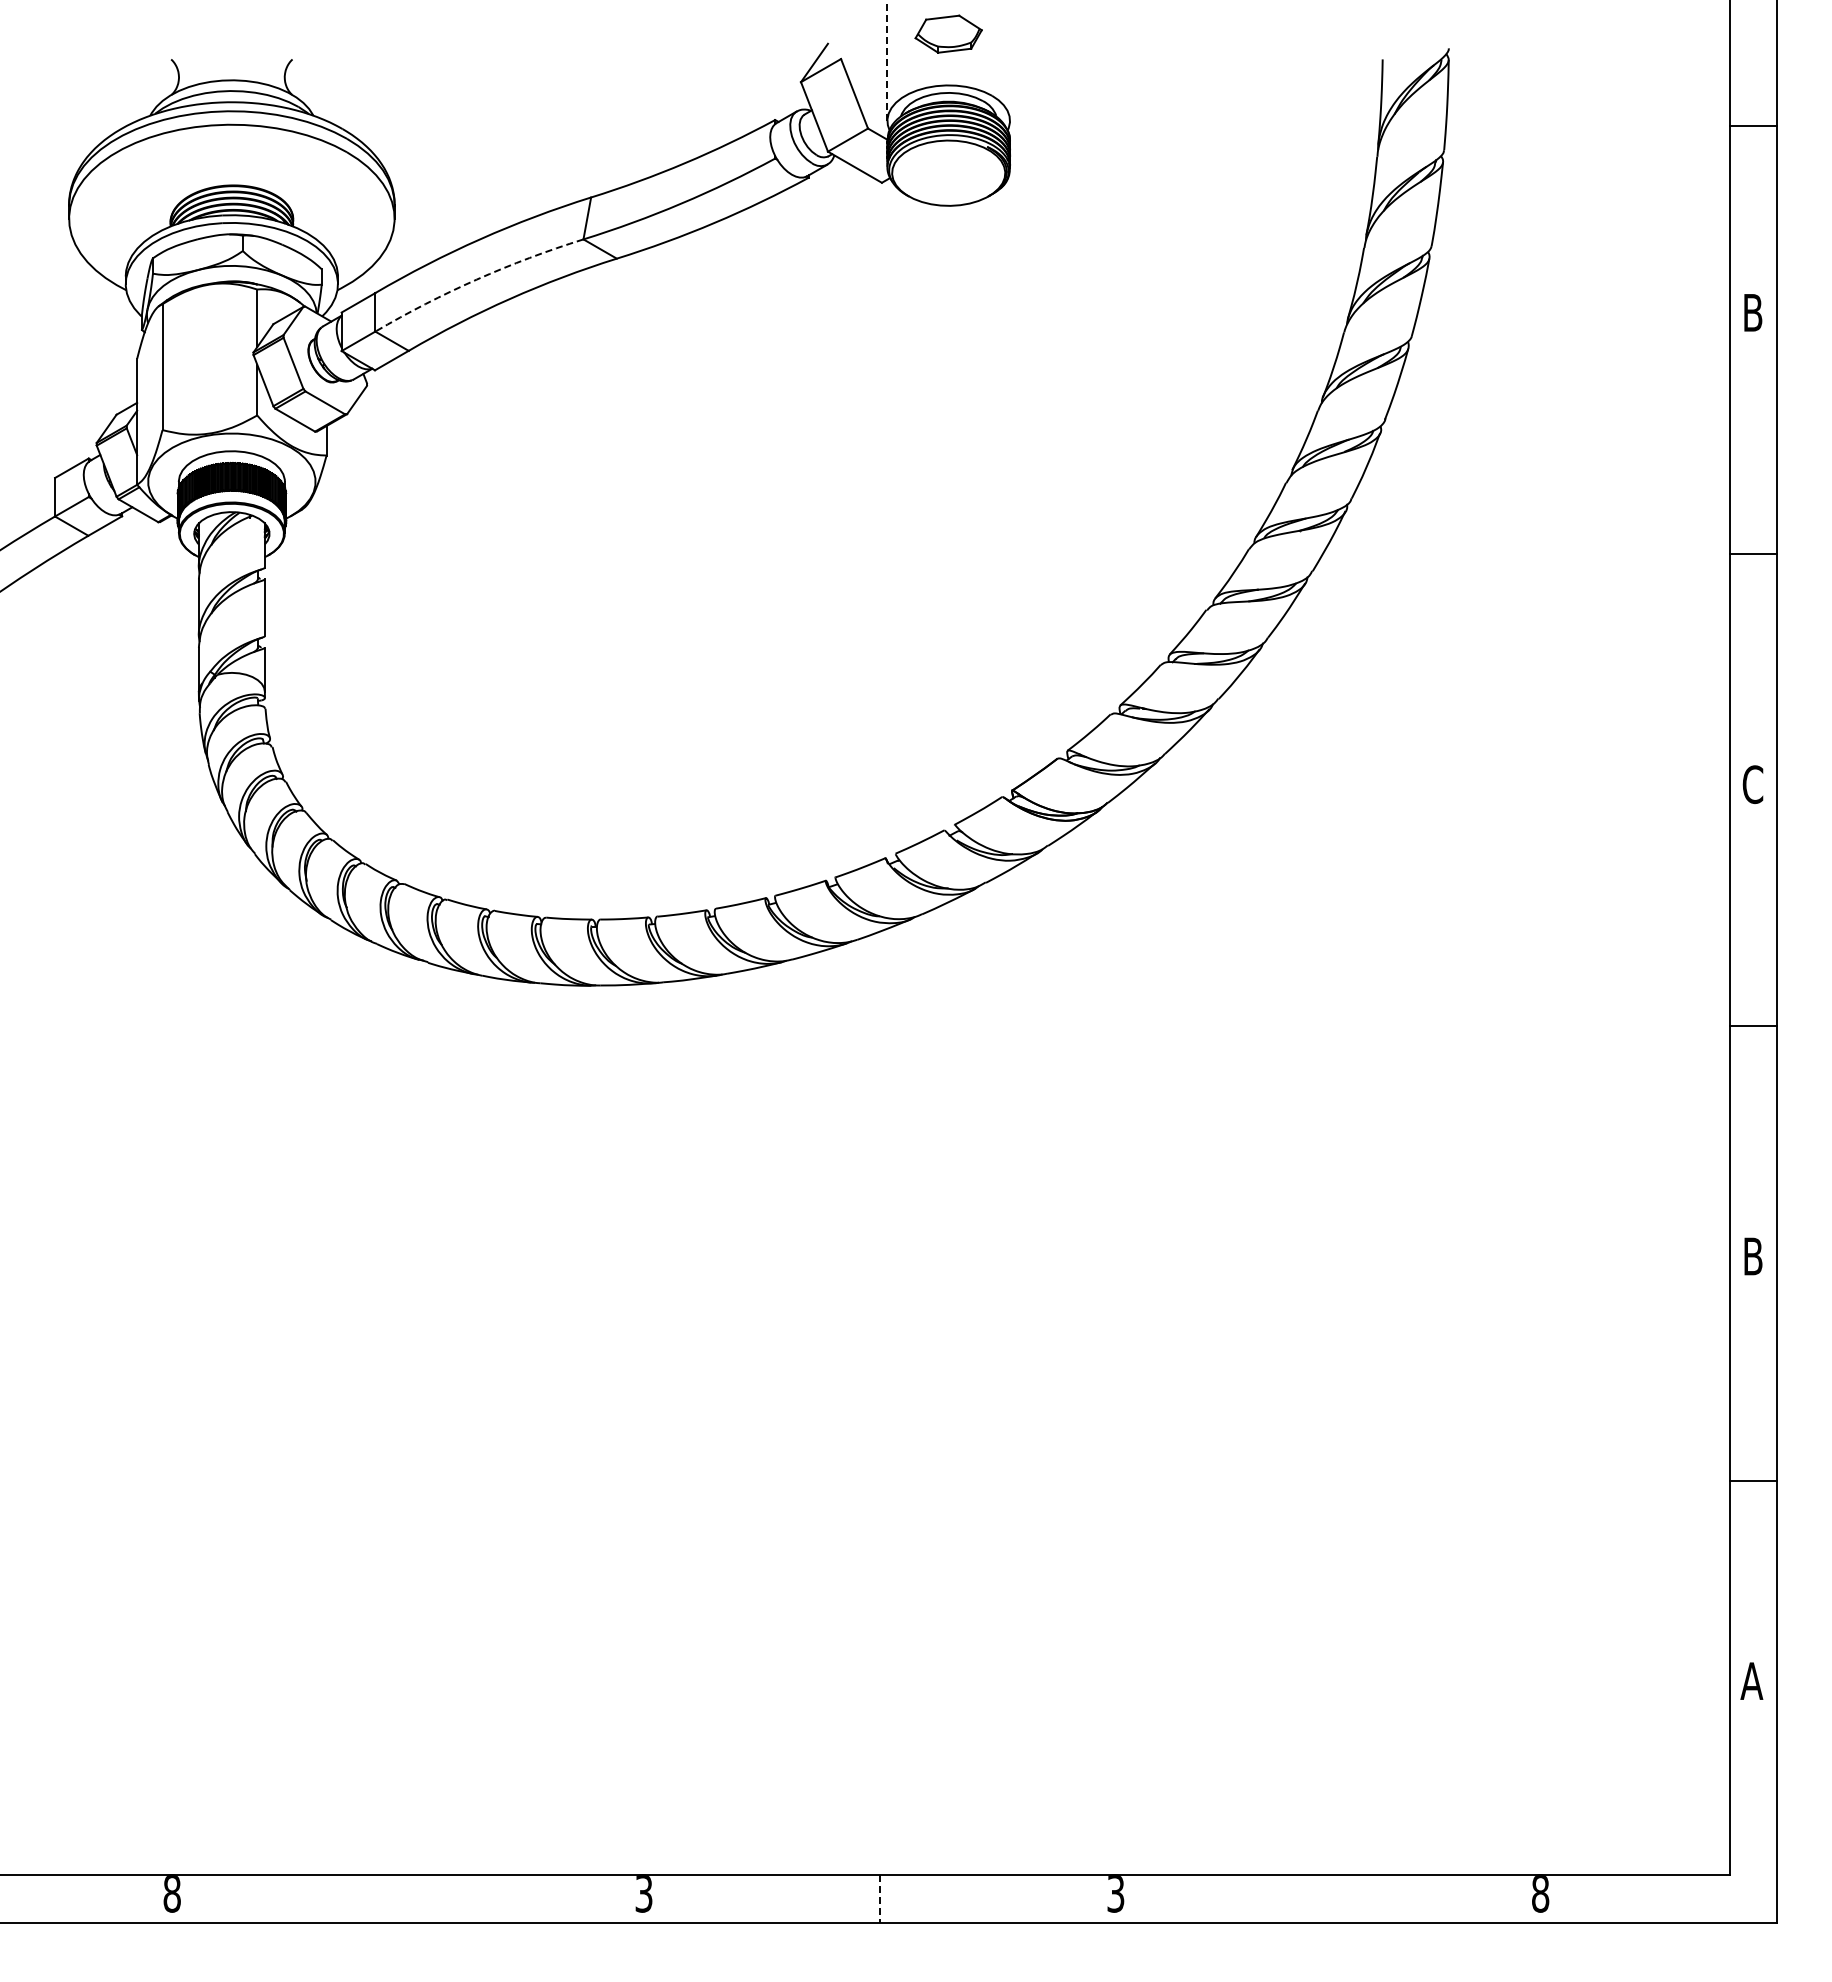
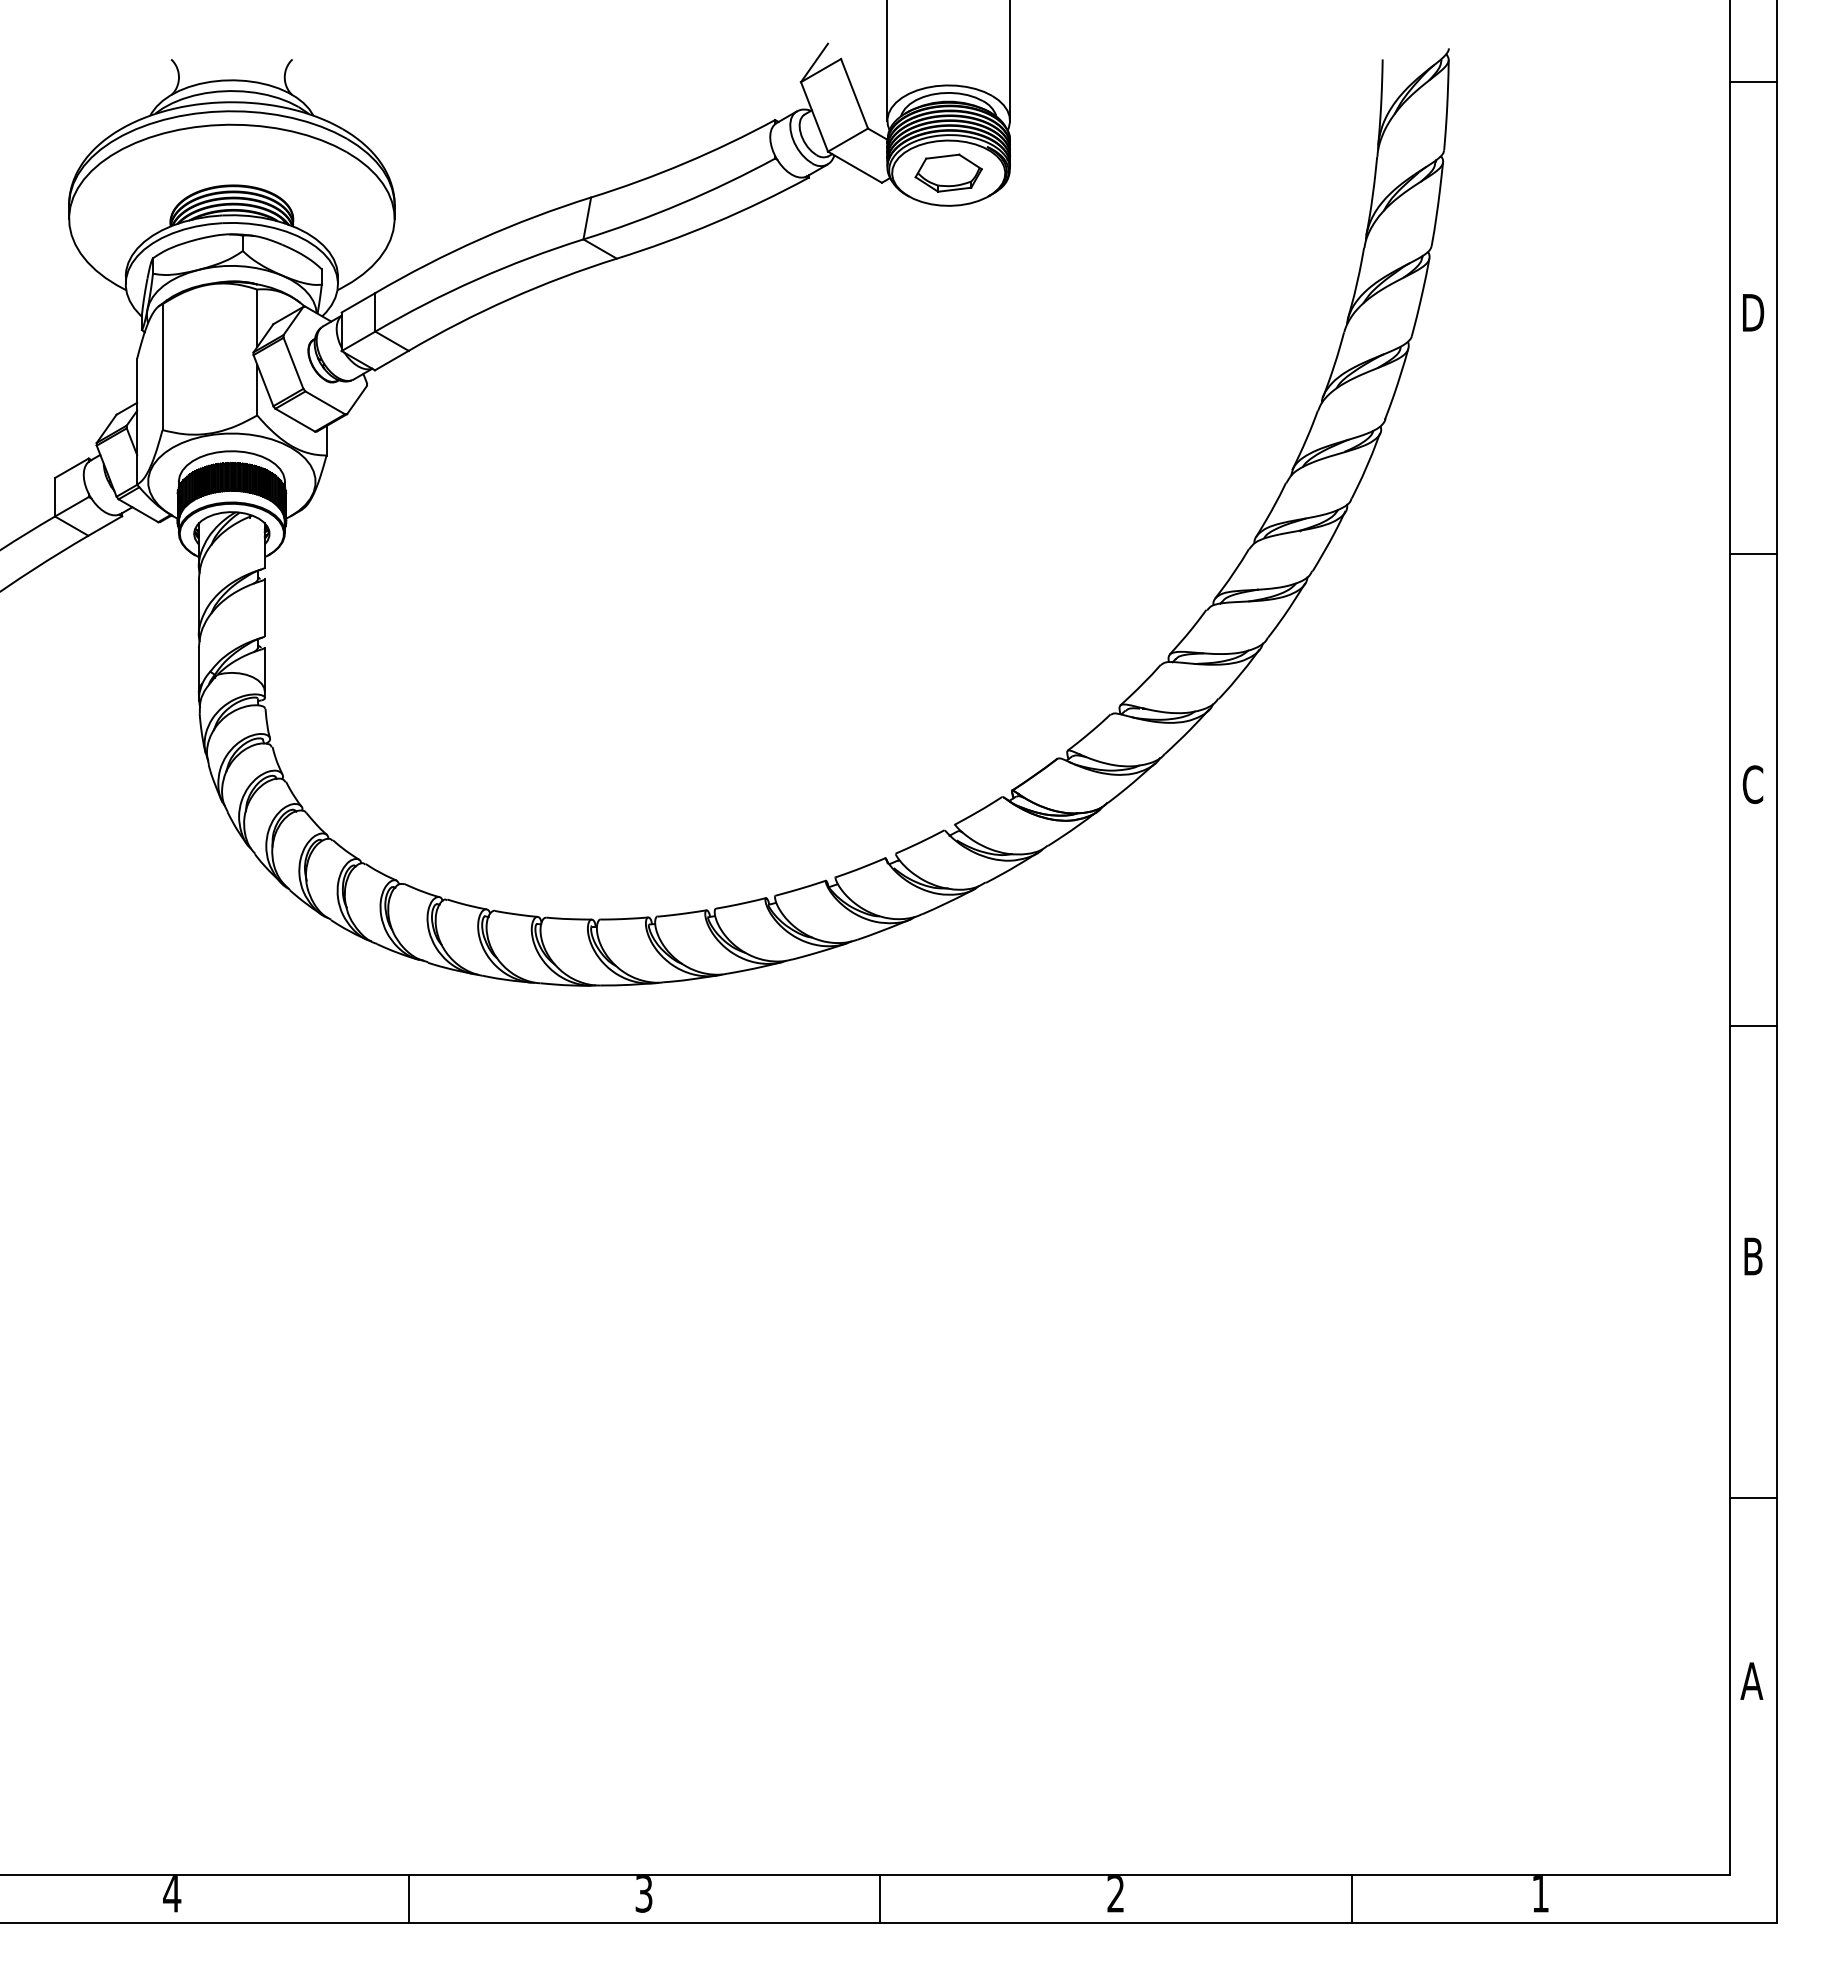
part at (948, 33) position: (948, 33) -> (948, 172)
line at (887, 61): dashed -> solid
line at (1010, 61): none -> present
line at (1752, 126) position: (1752, 126) -> (1752, 82)
arc at (476, 279): dashed -> solid
text at (1753, 312): B -> D
line at (1752, 1480) position: (1752, 1480) -> (1752, 1497)
text at (172, 1894): 8 -> 4
text at (1115, 1894): 3 -> 2
text at (1540, 1894): 8 -> 1
line at (408, 1898): none -> present
line at (880, 1898): dashed -> solid
line at (1352, 1898): none -> present
